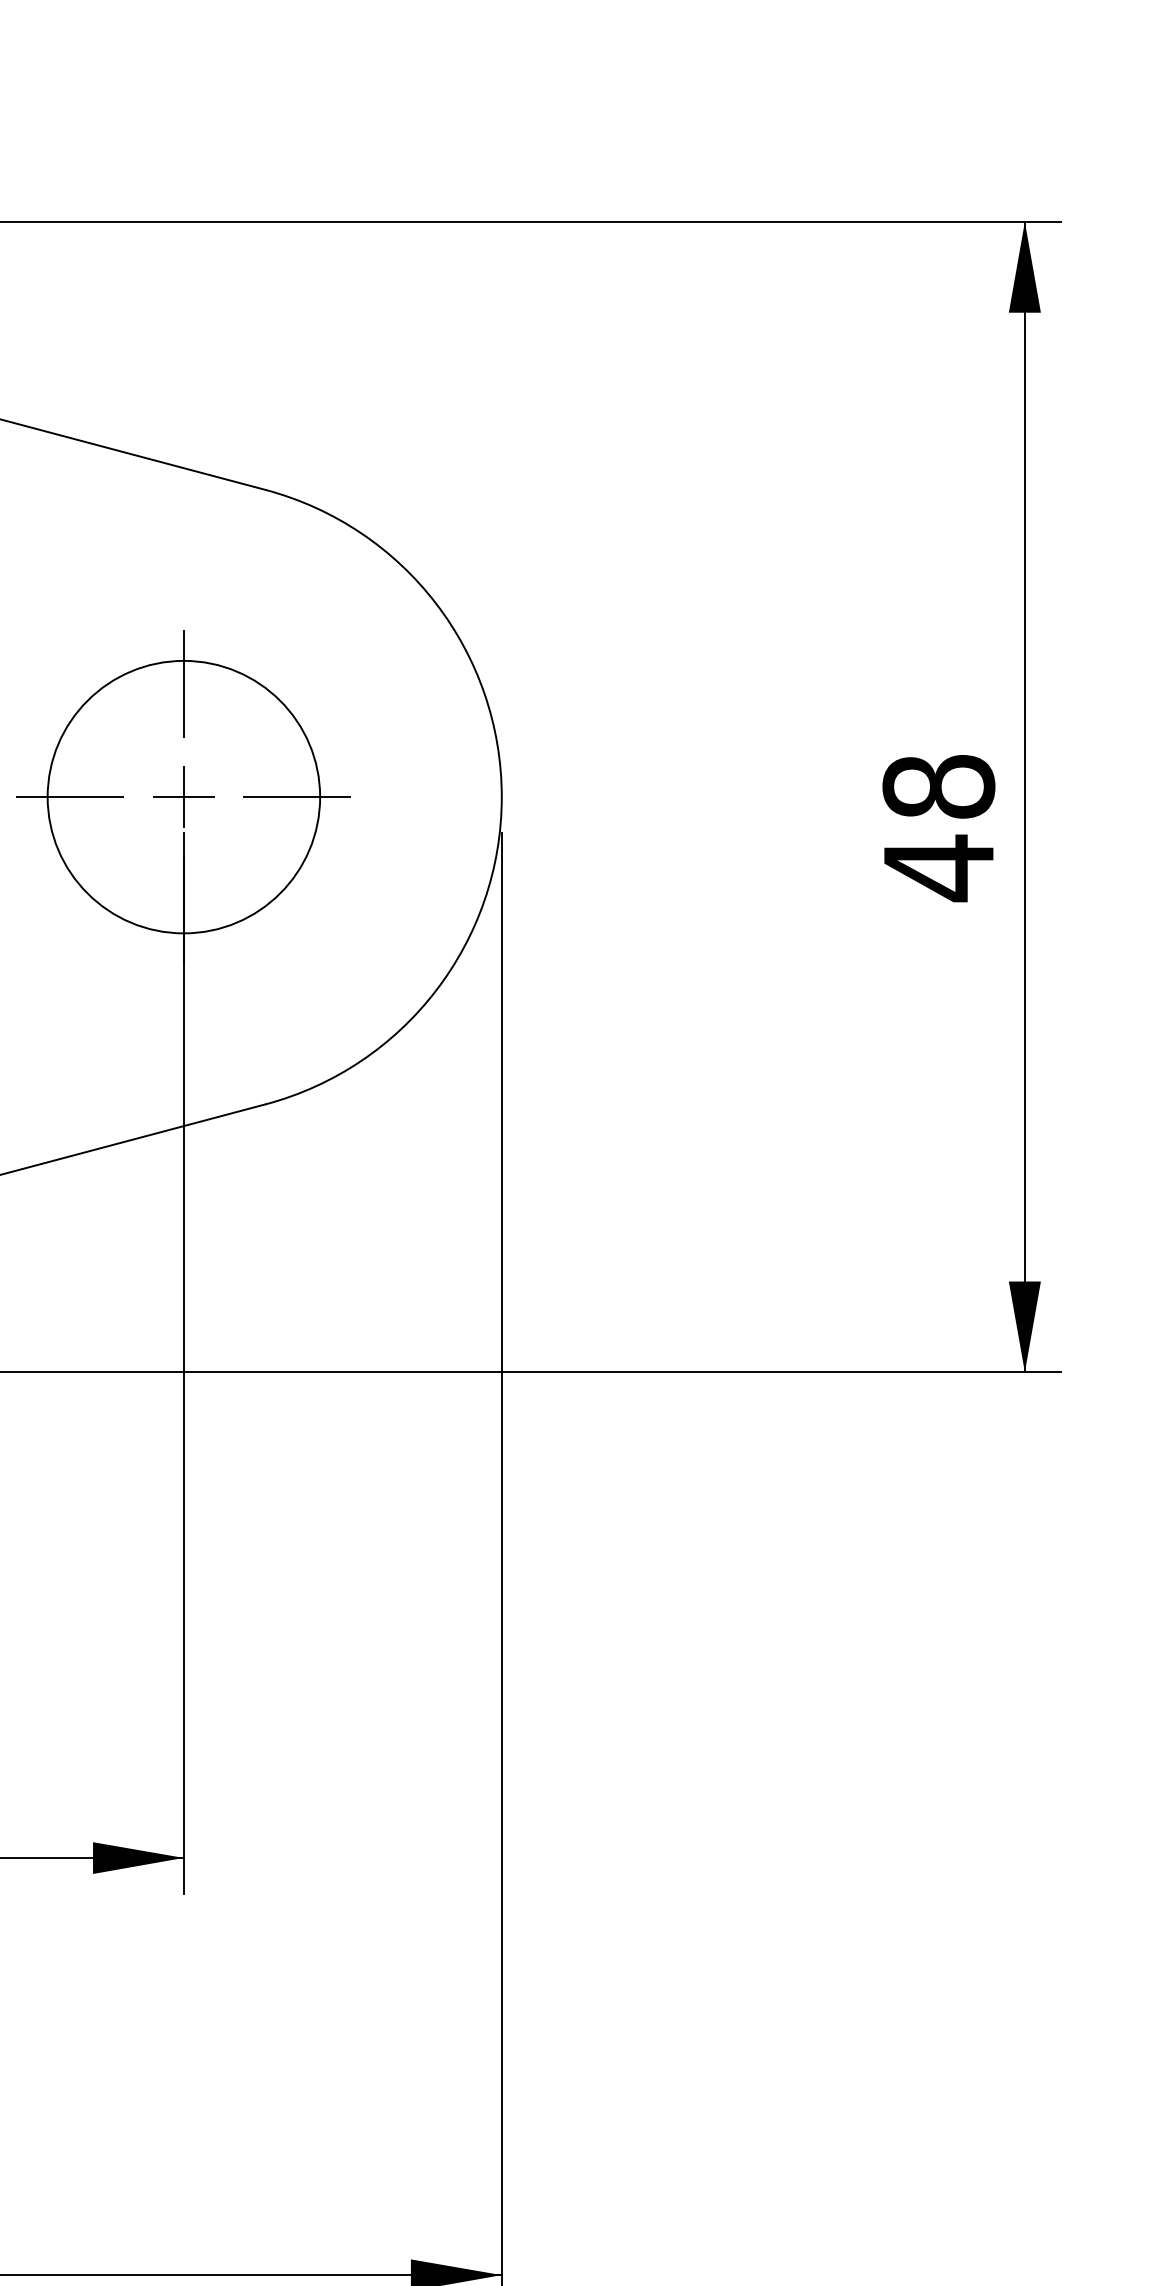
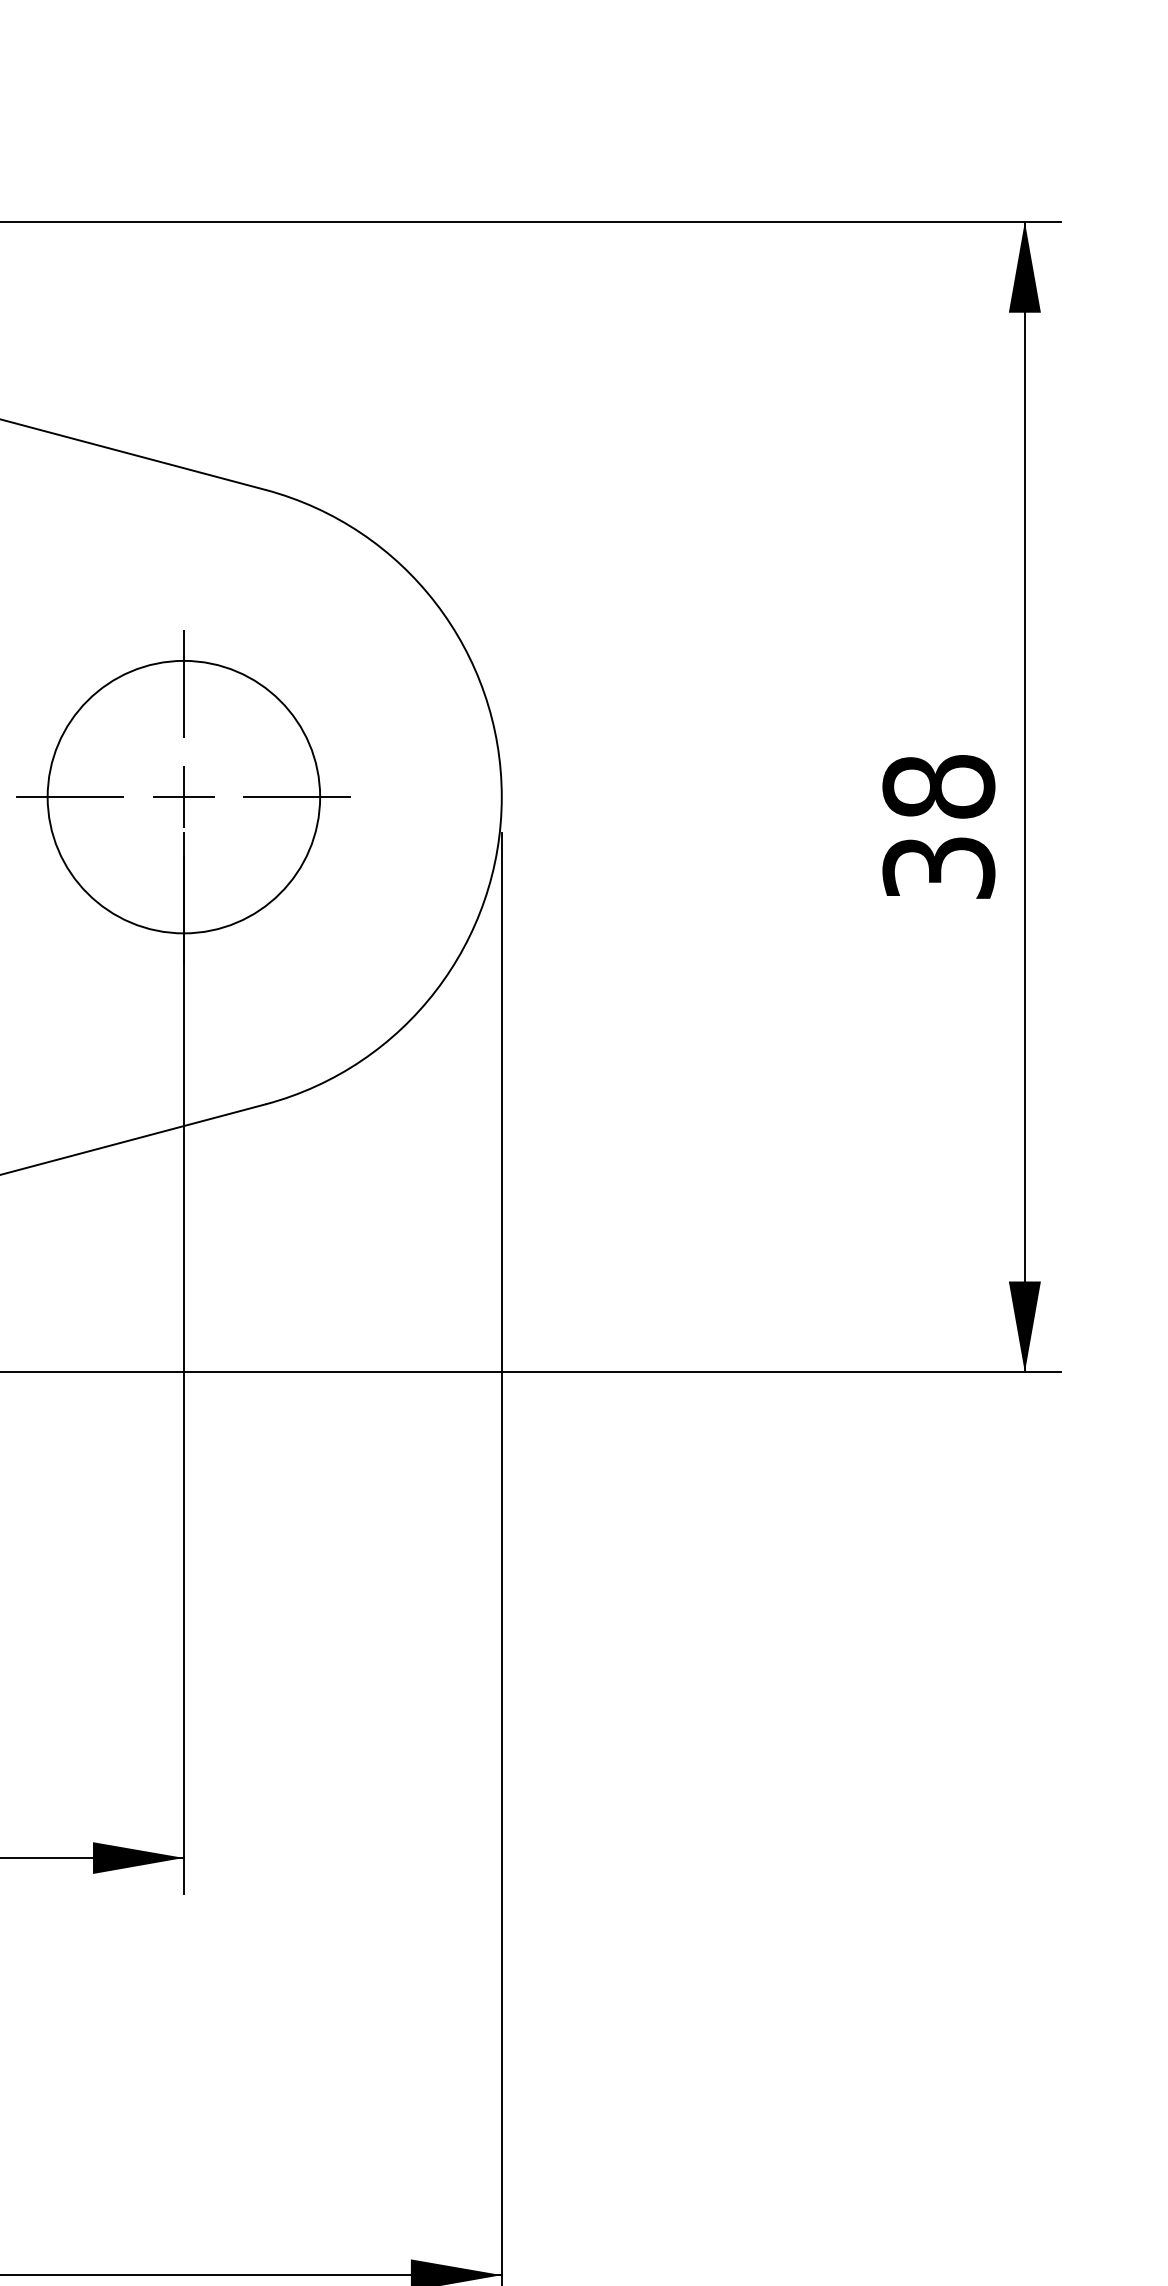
text at (938, 868): 48 -> 38
